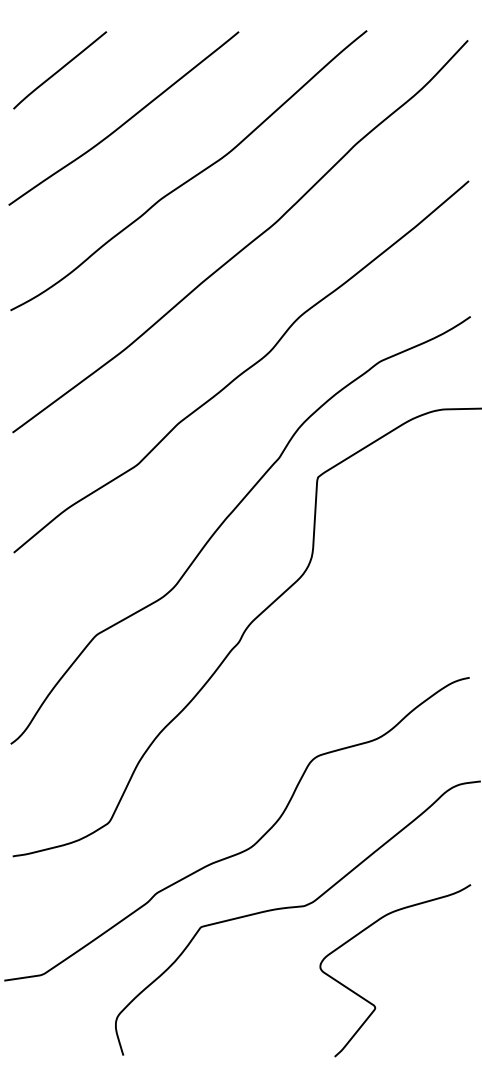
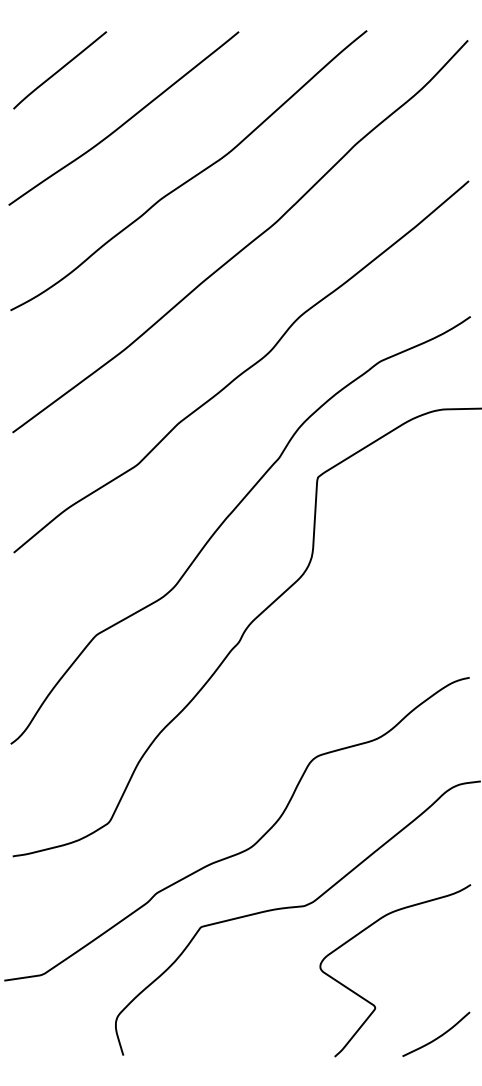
curve at (439, 1035): none -> present
